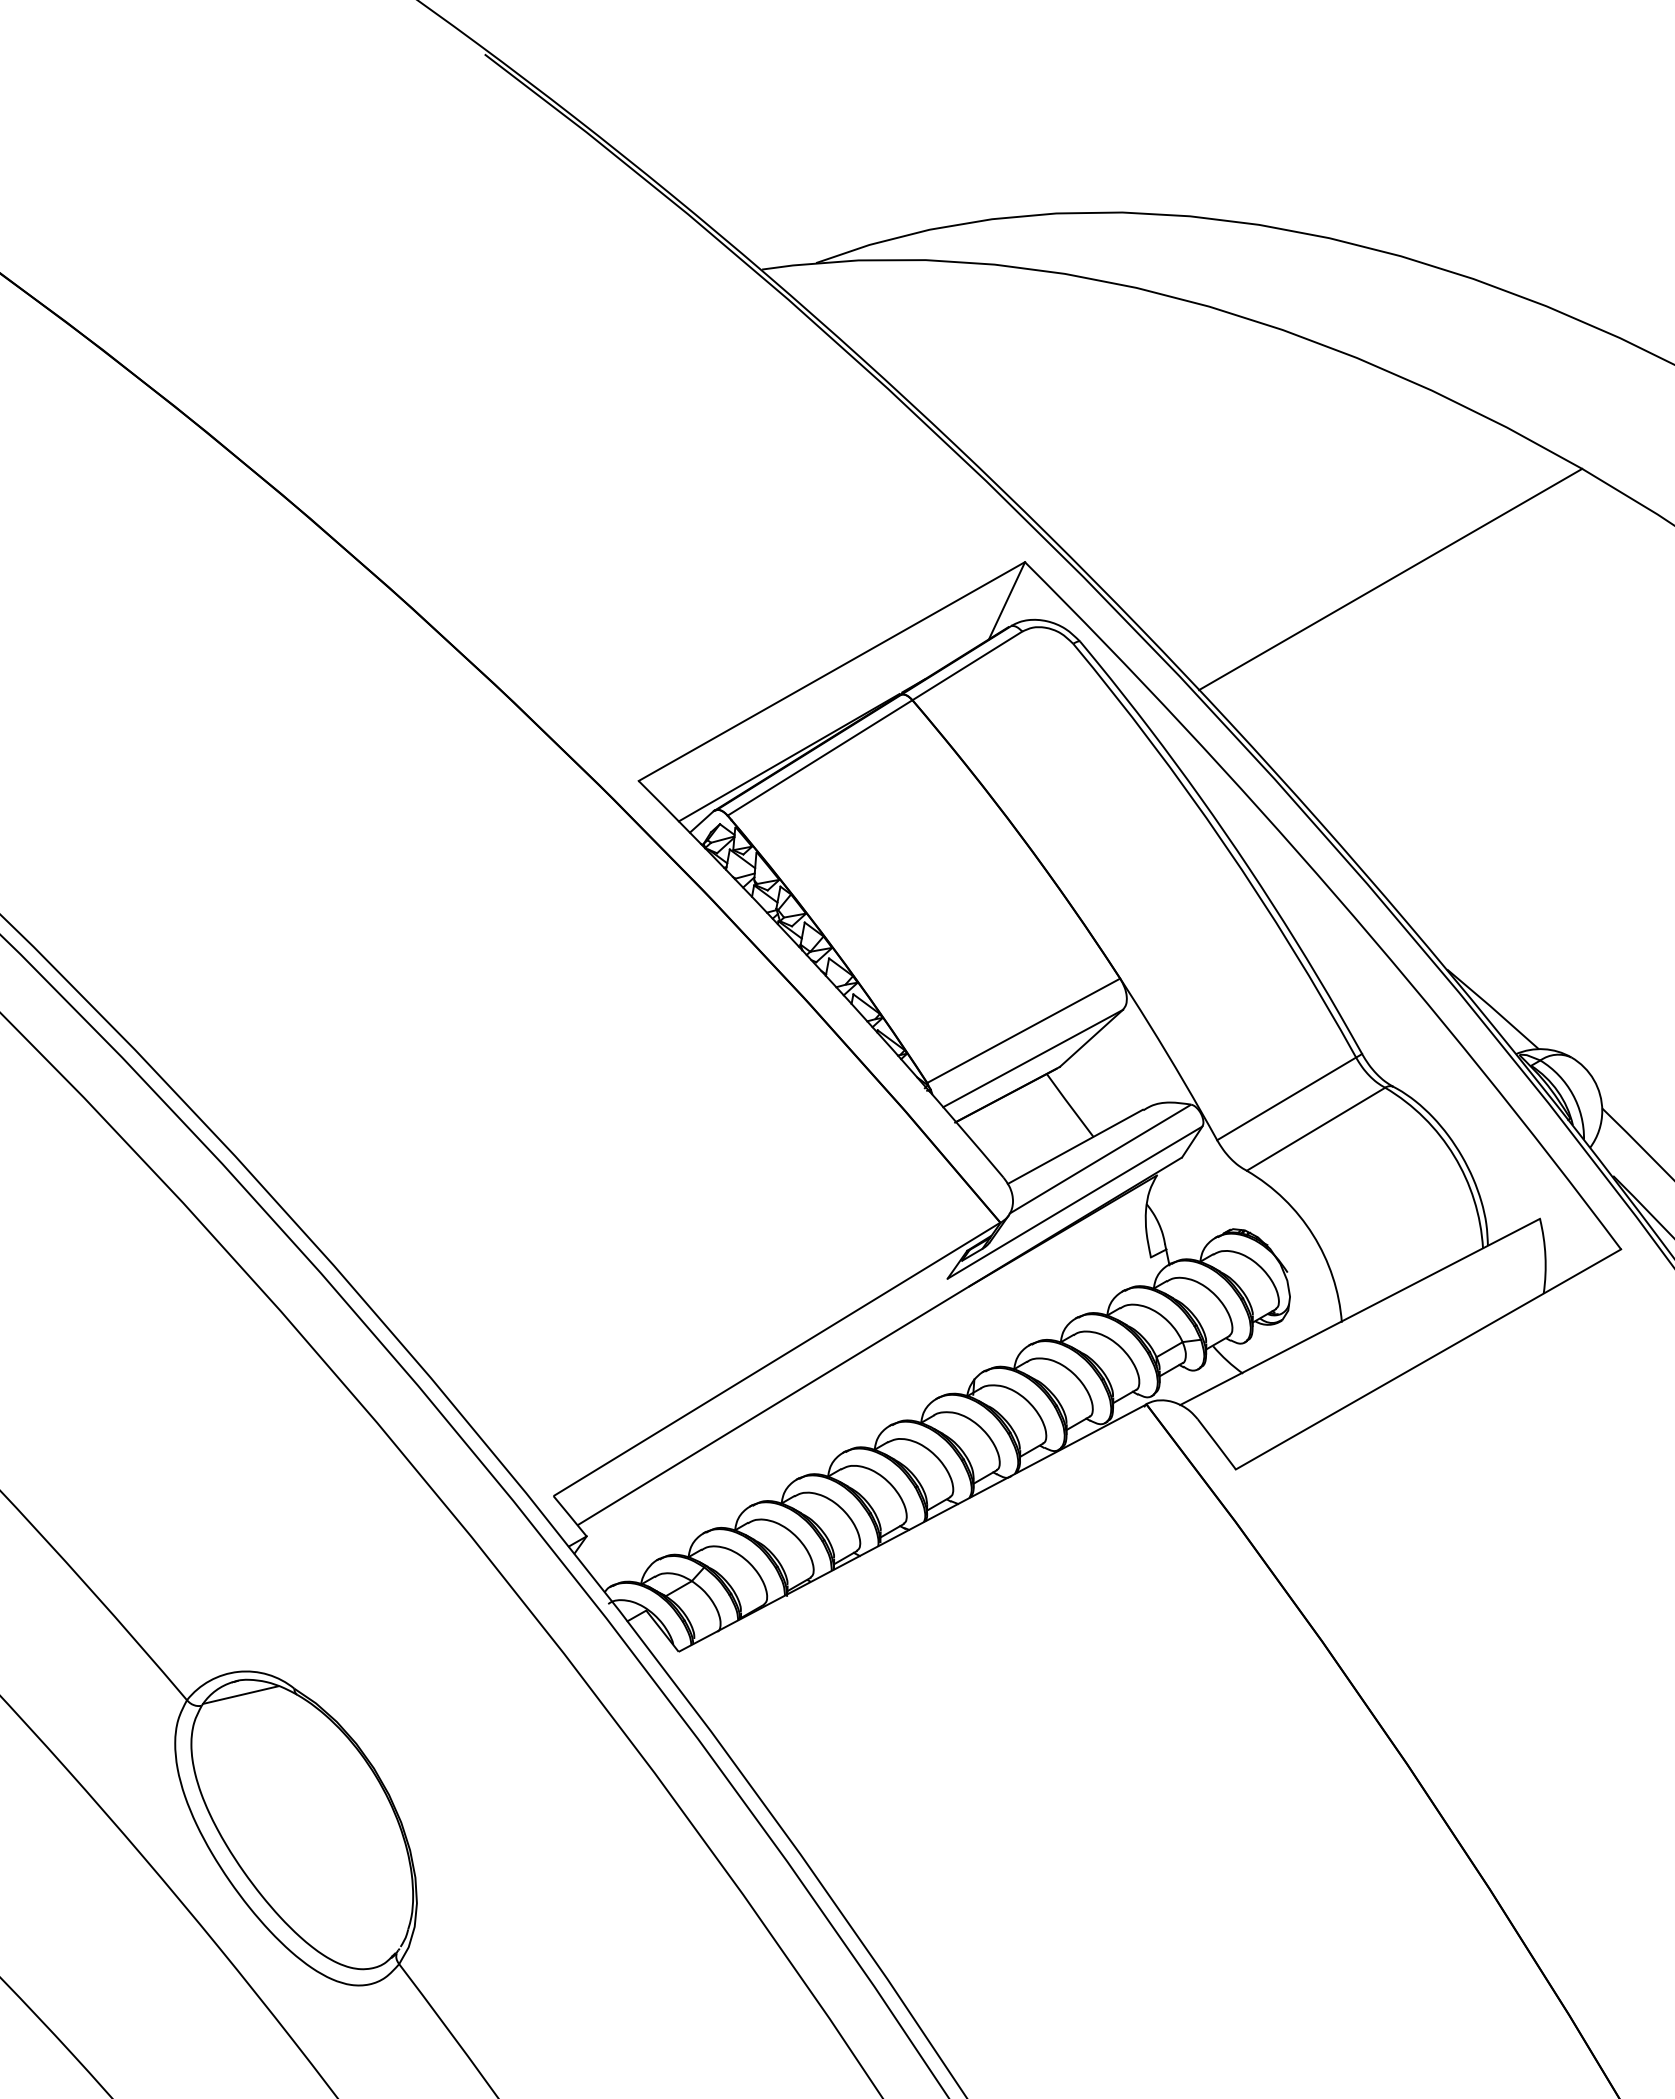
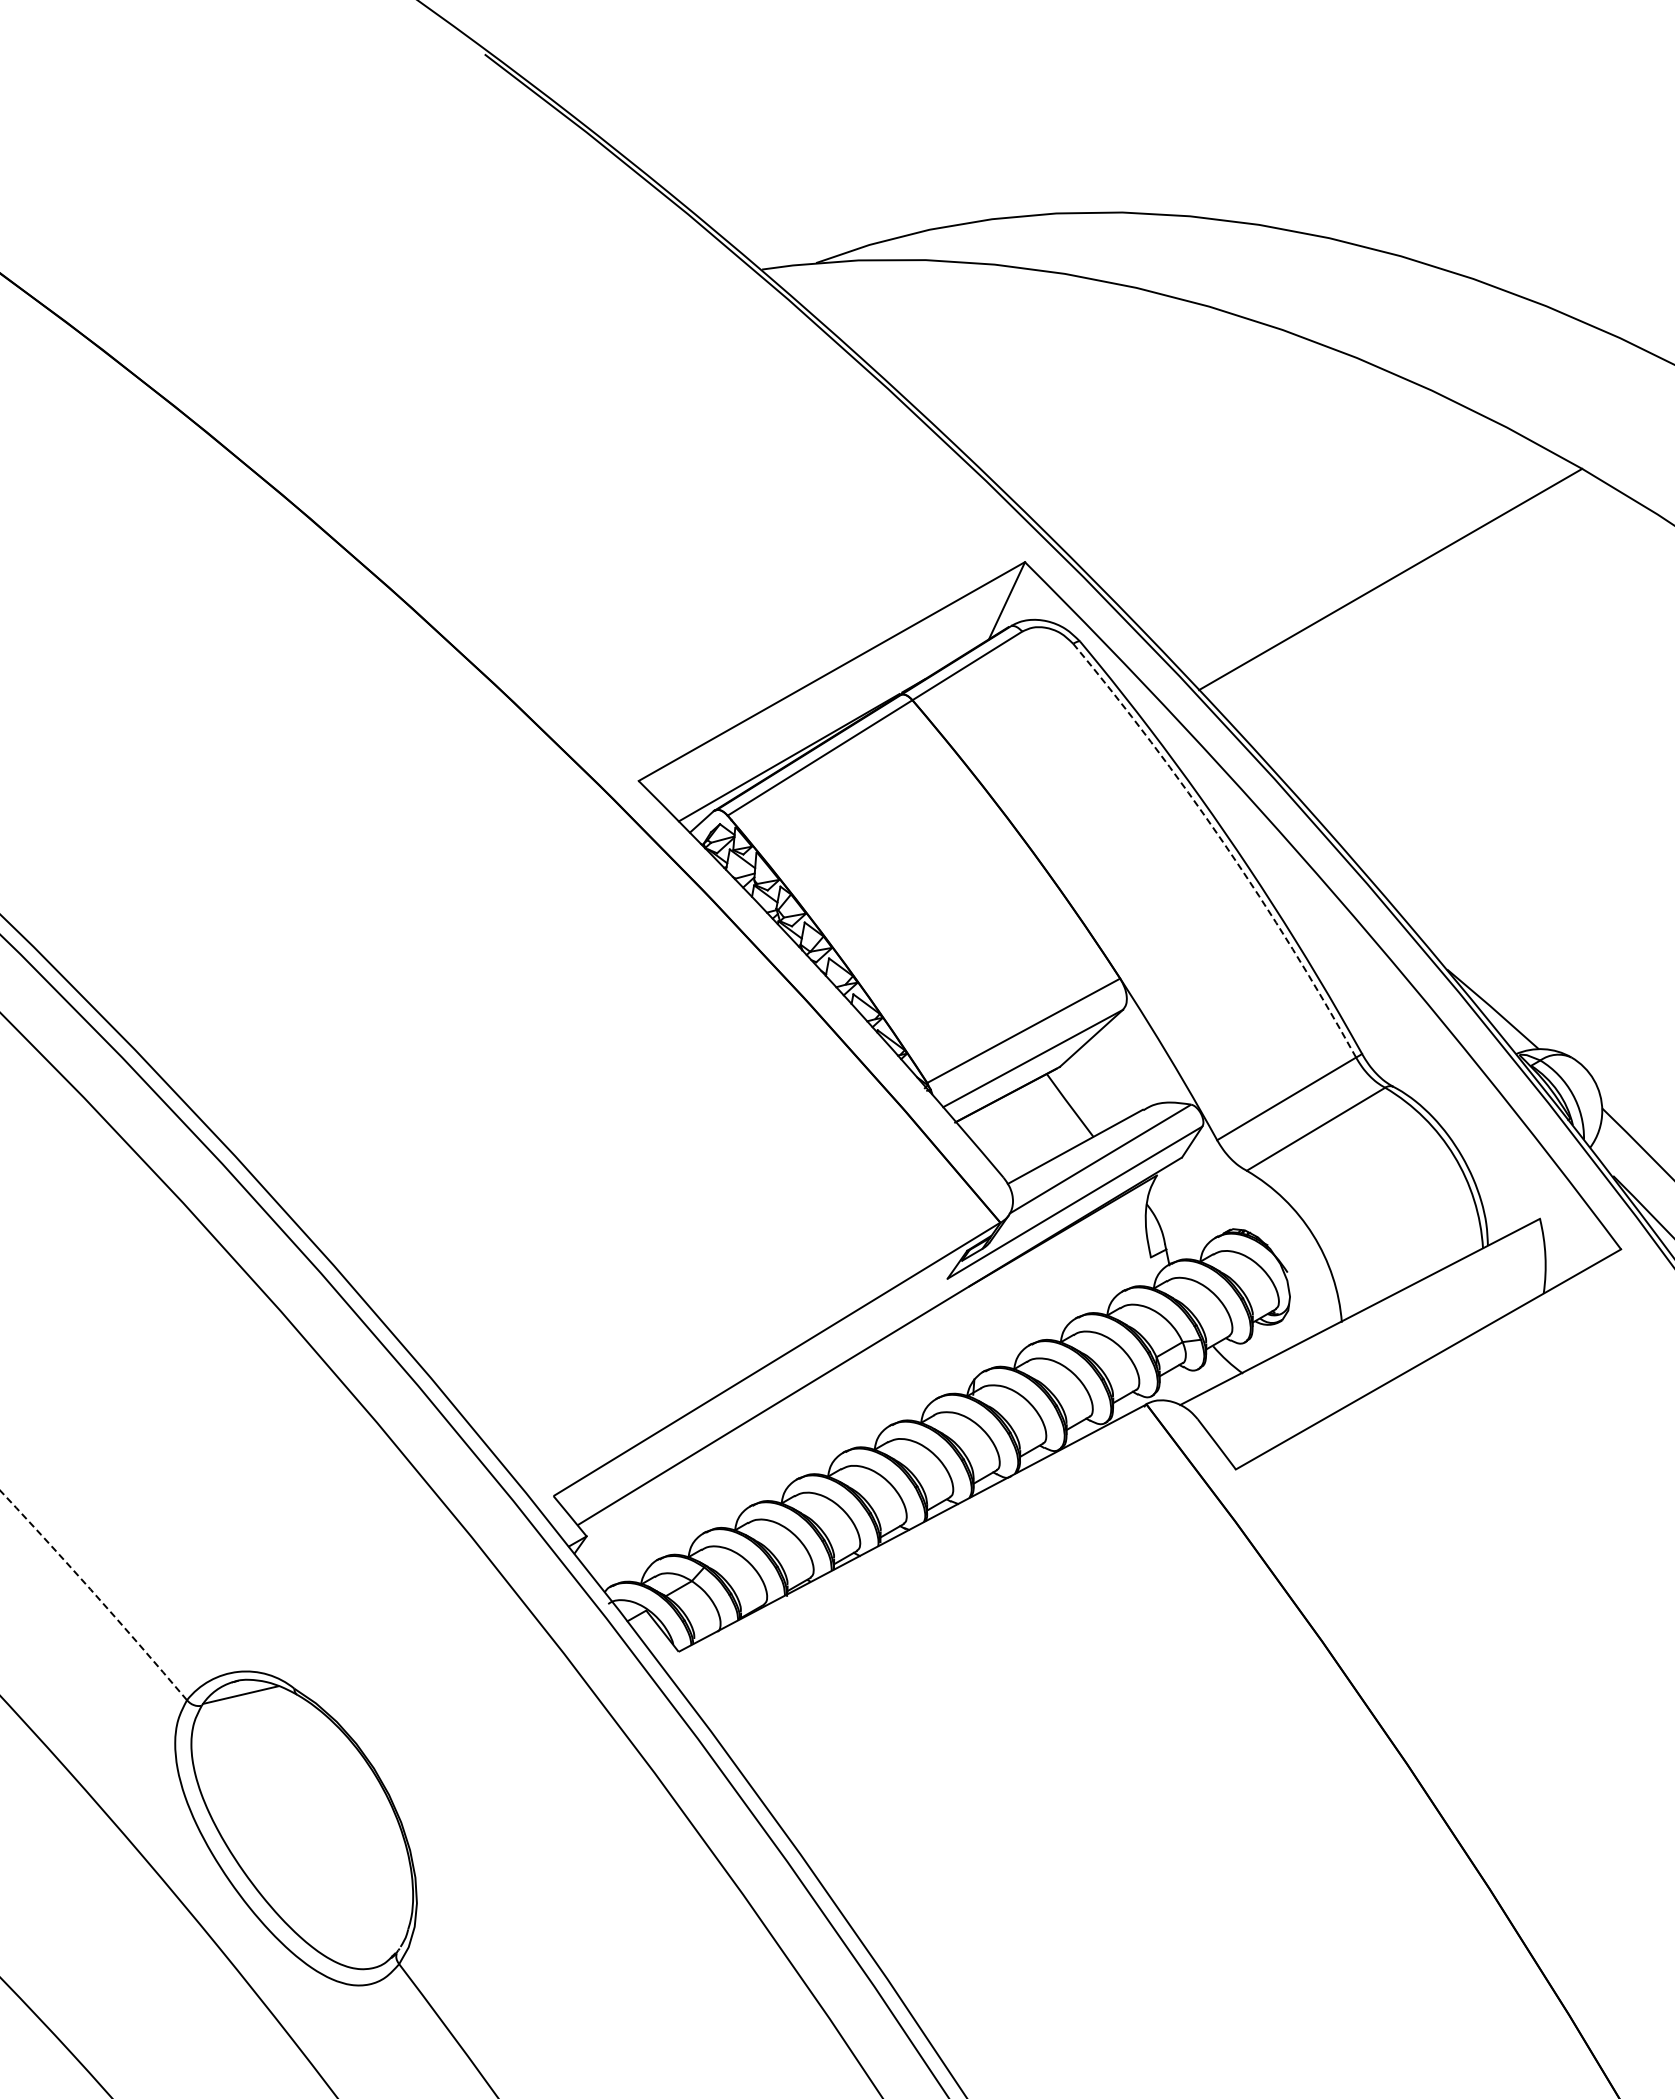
arc at (1224, 844): solid -> dashed
arc at (94, 1593): solid -> dashed
